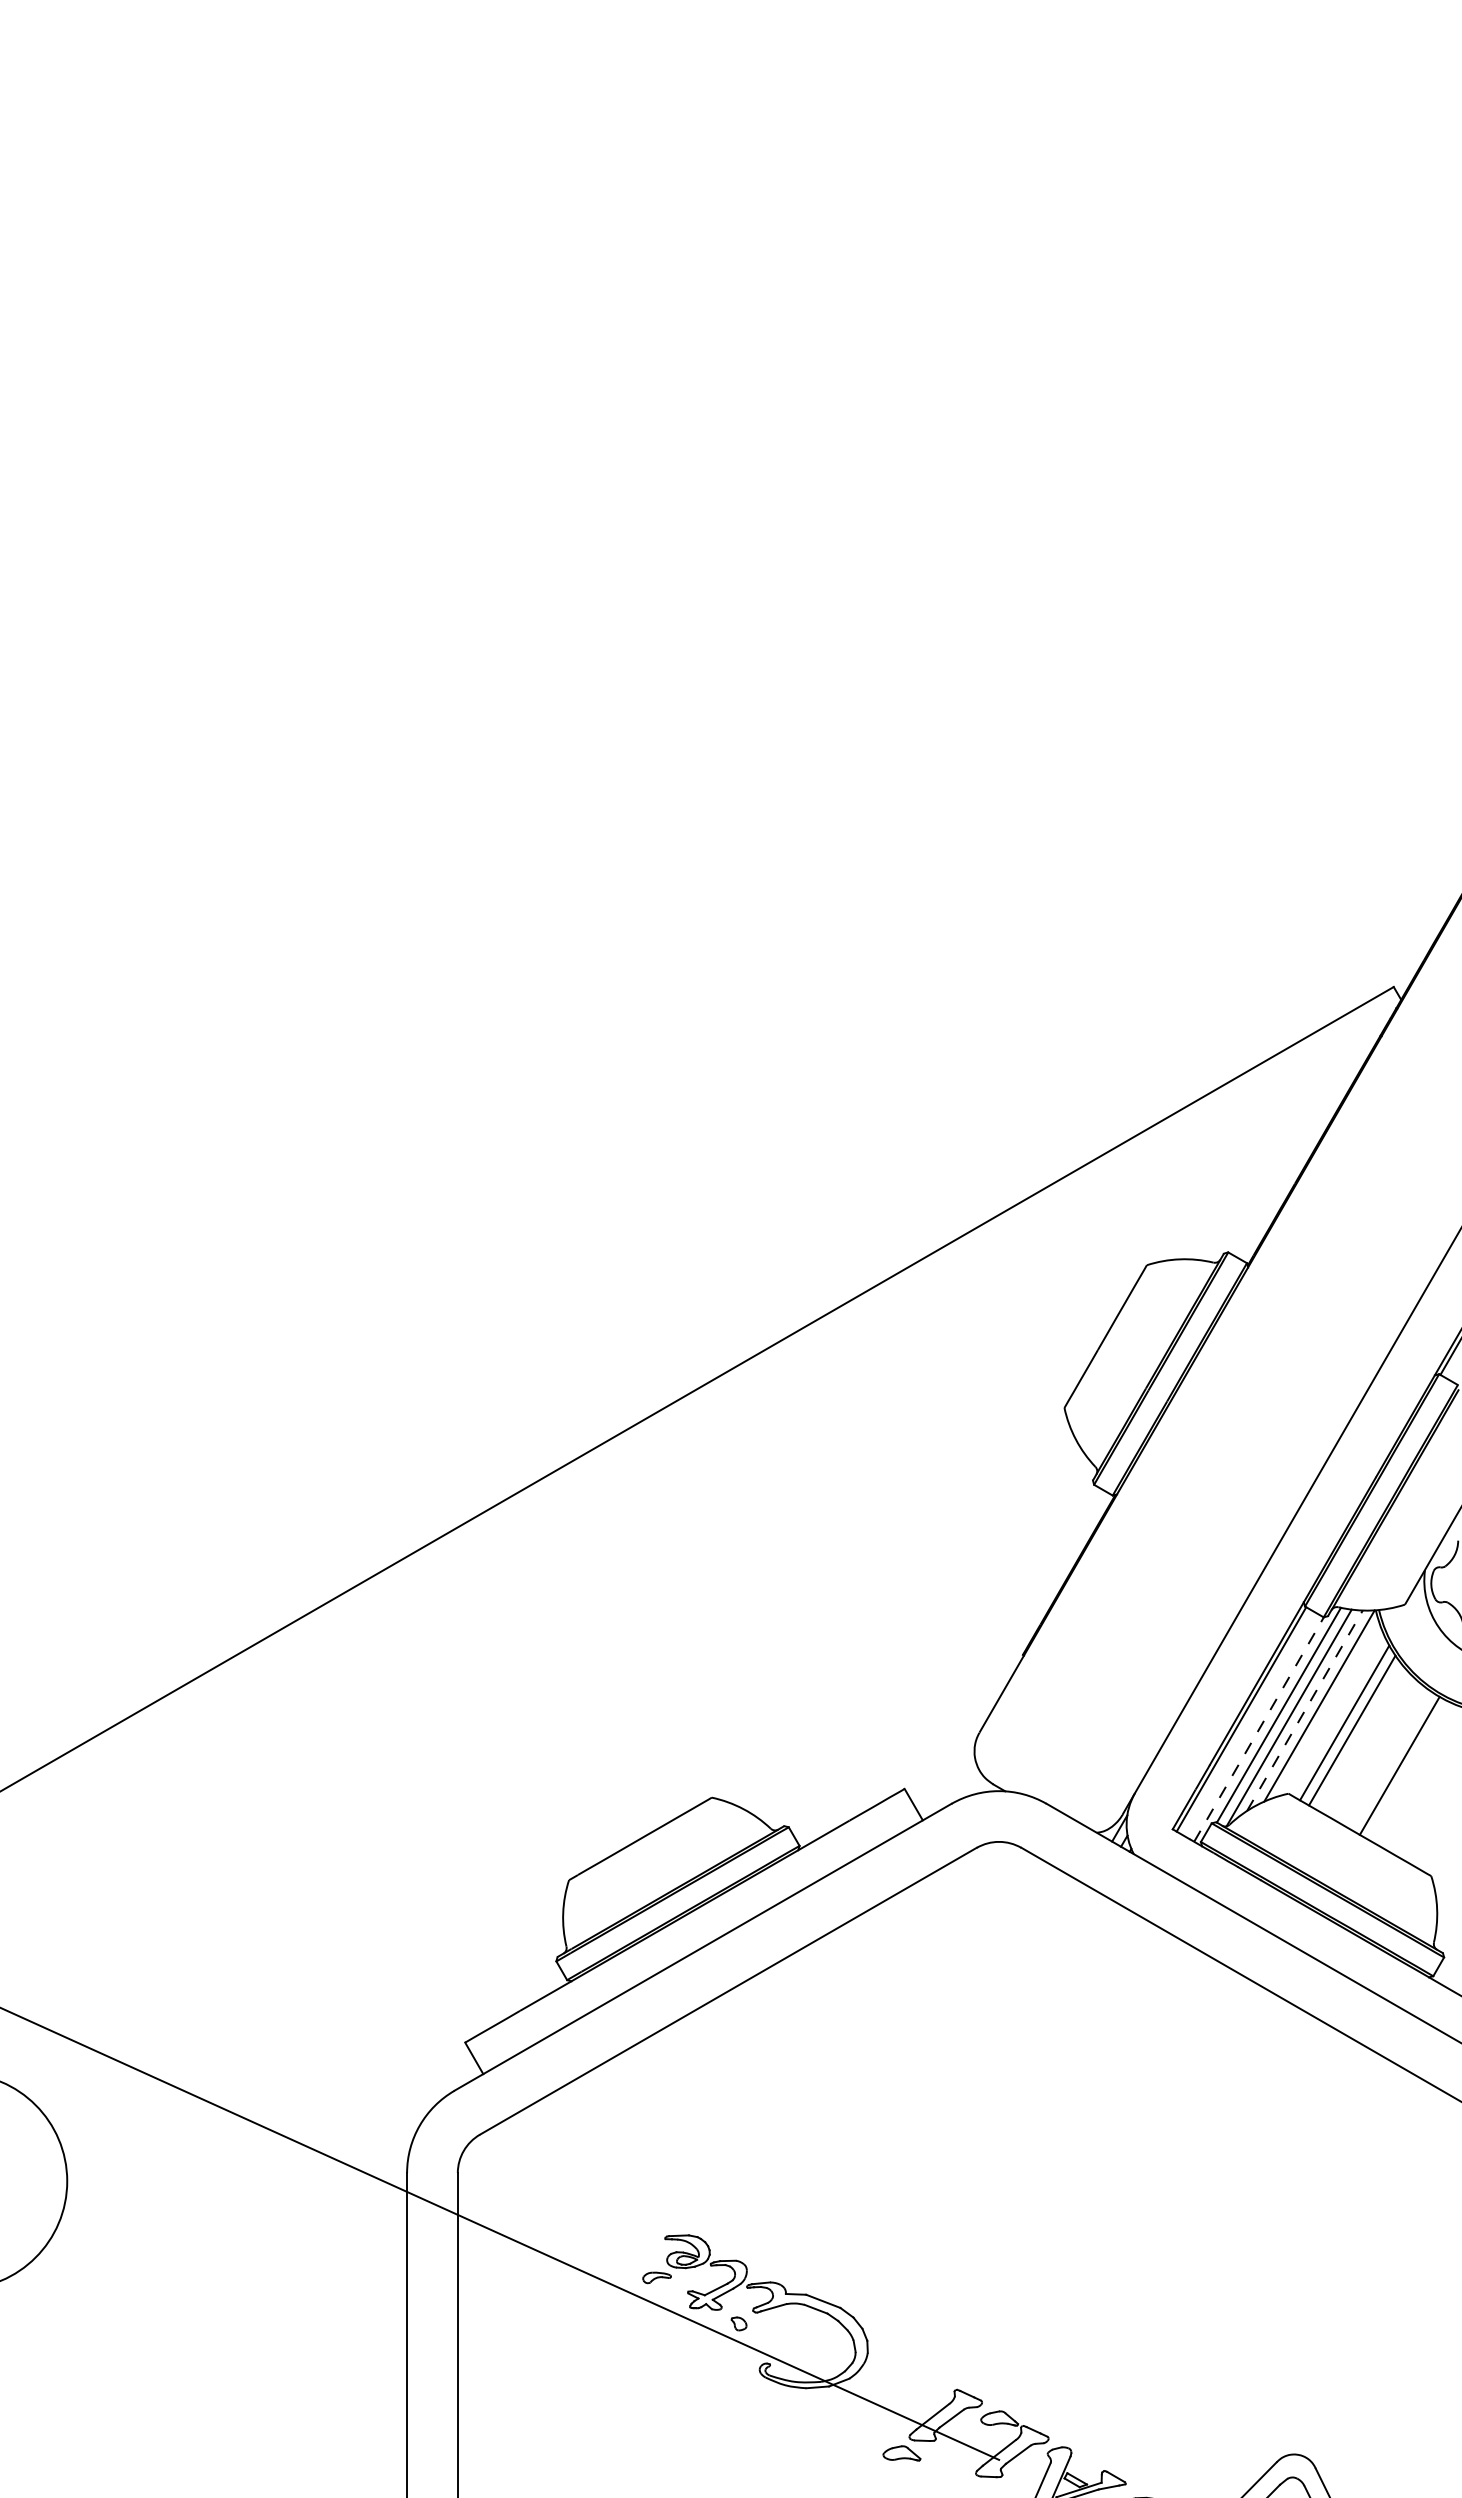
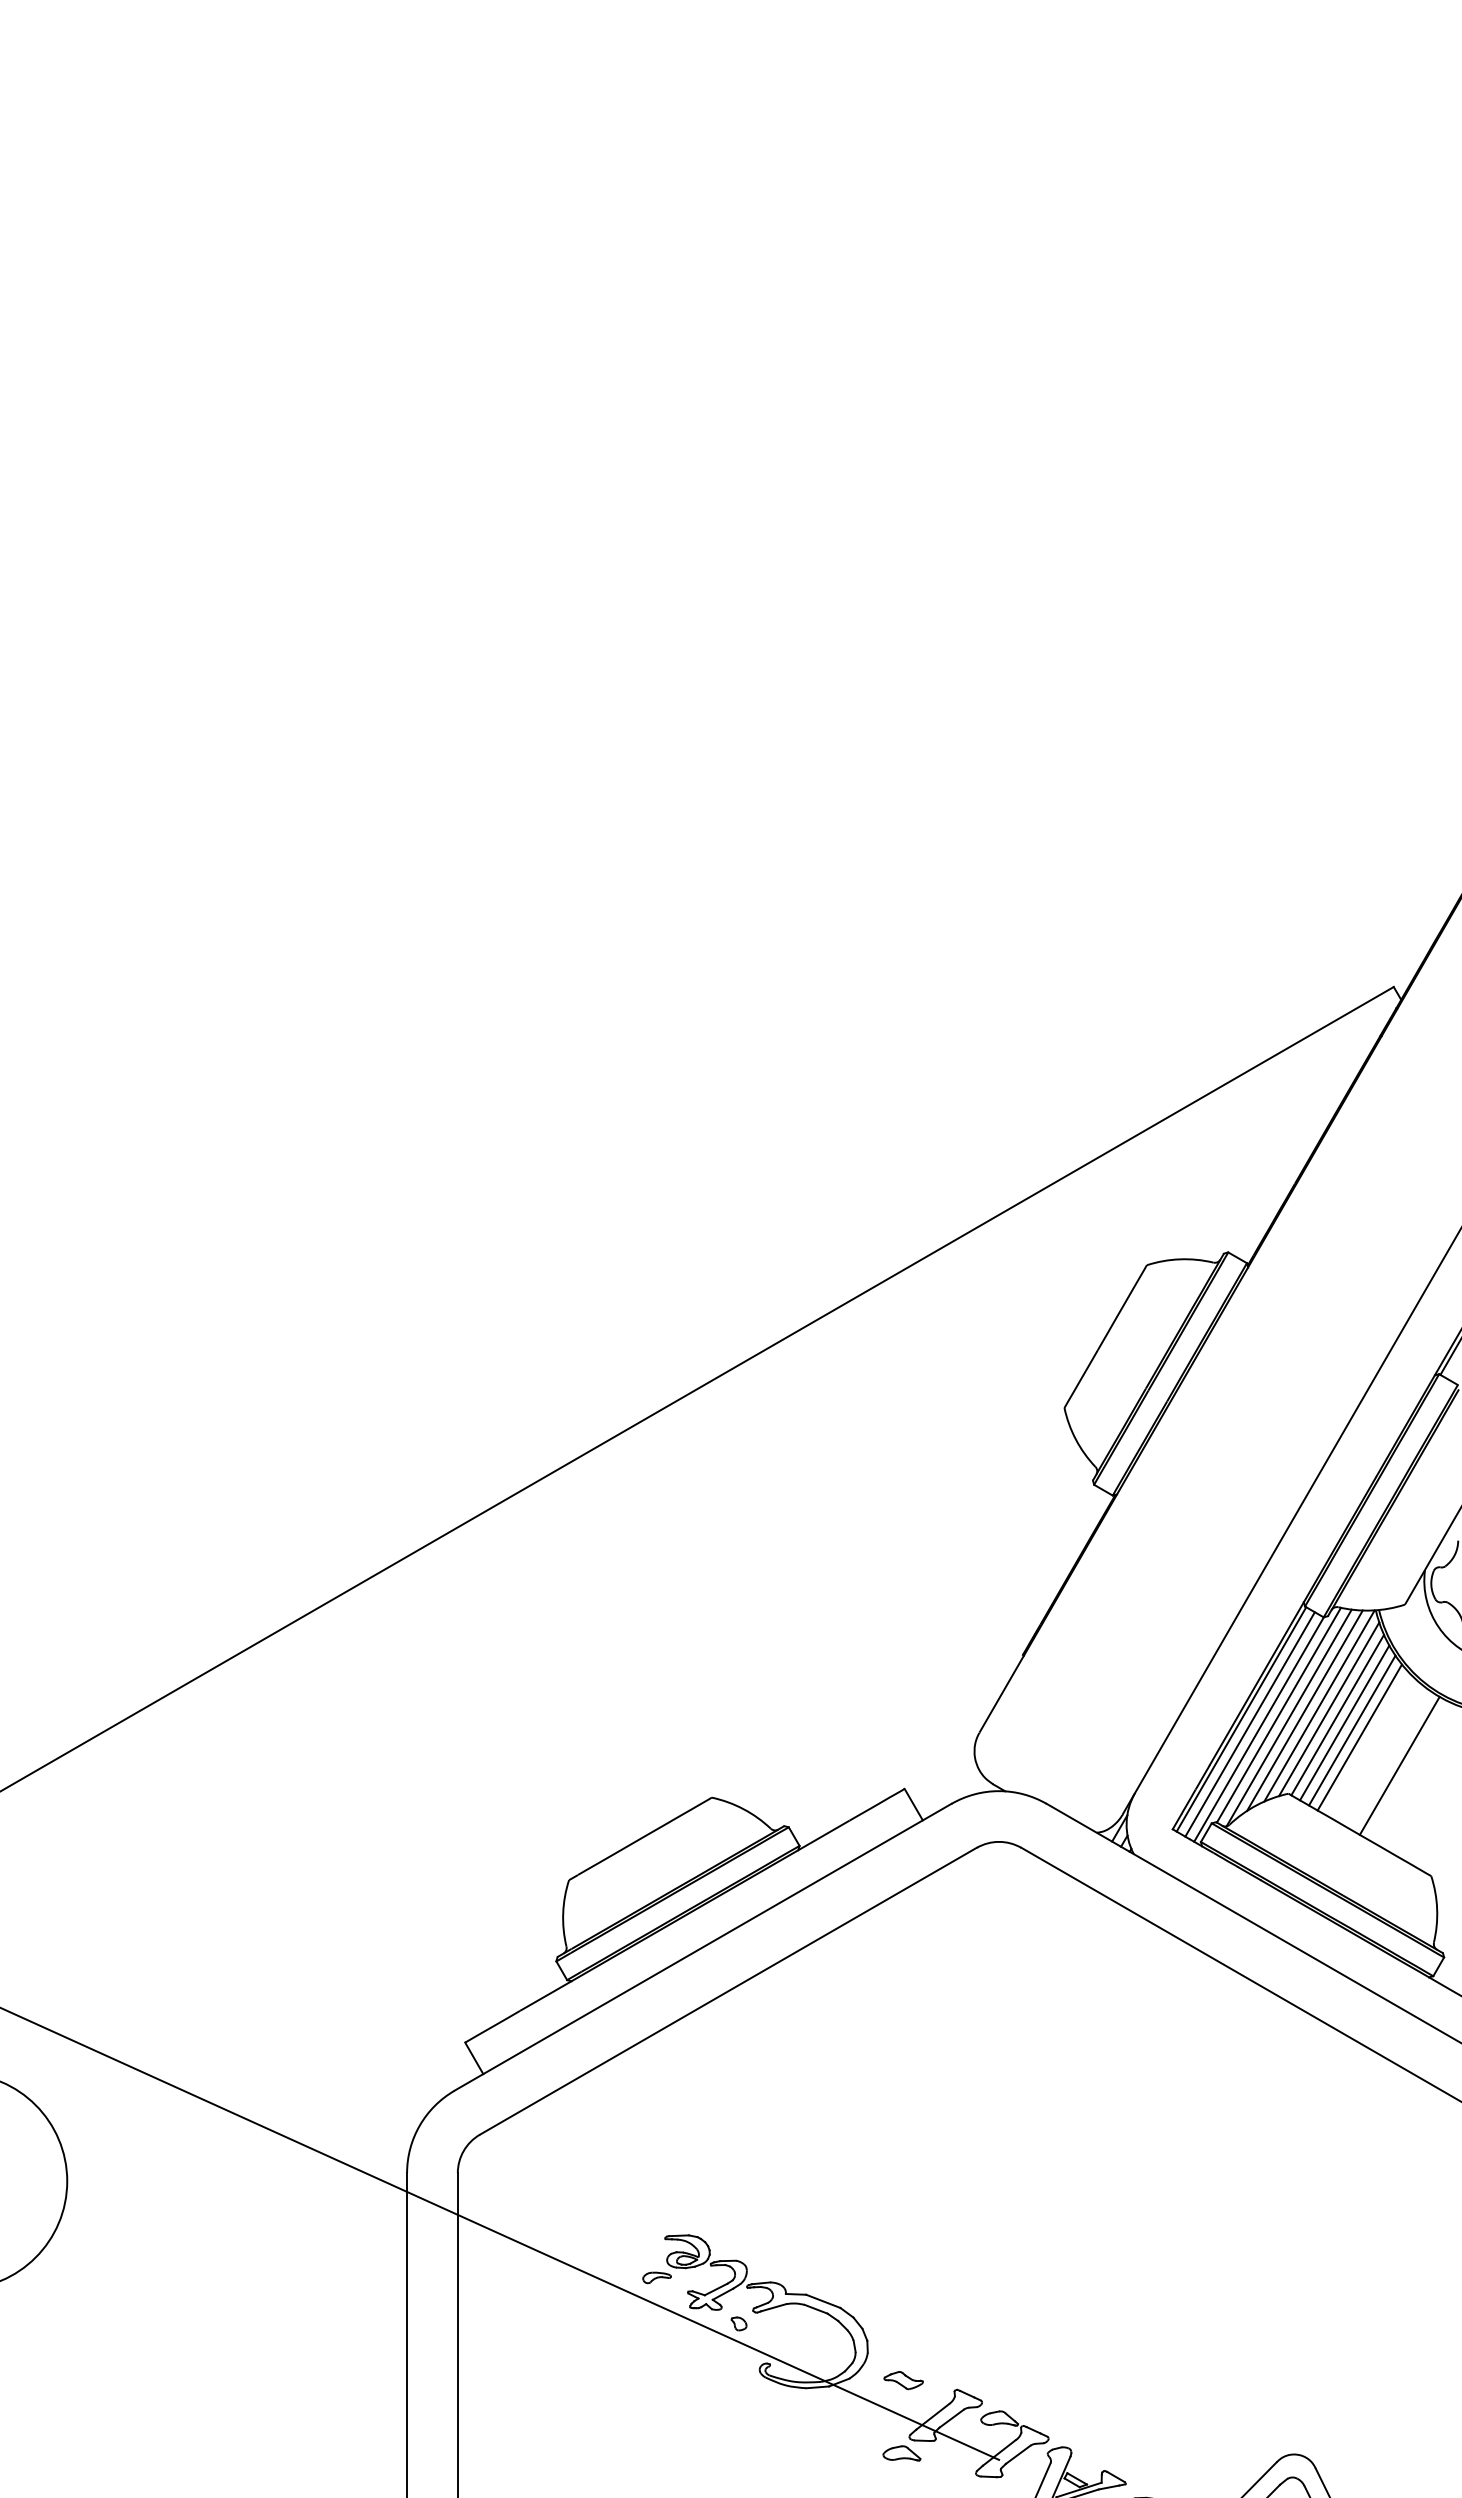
line at (1329, 1709): none -> present
line at (1304, 1710): dashed -> solid
line at (1337, 1714): none -> present
line at (1249, 1724): none -> present
line at (1259, 1729): dashed -> solid
line at (1359, 1737): none -> present
part at (903, 2380): none -> present
